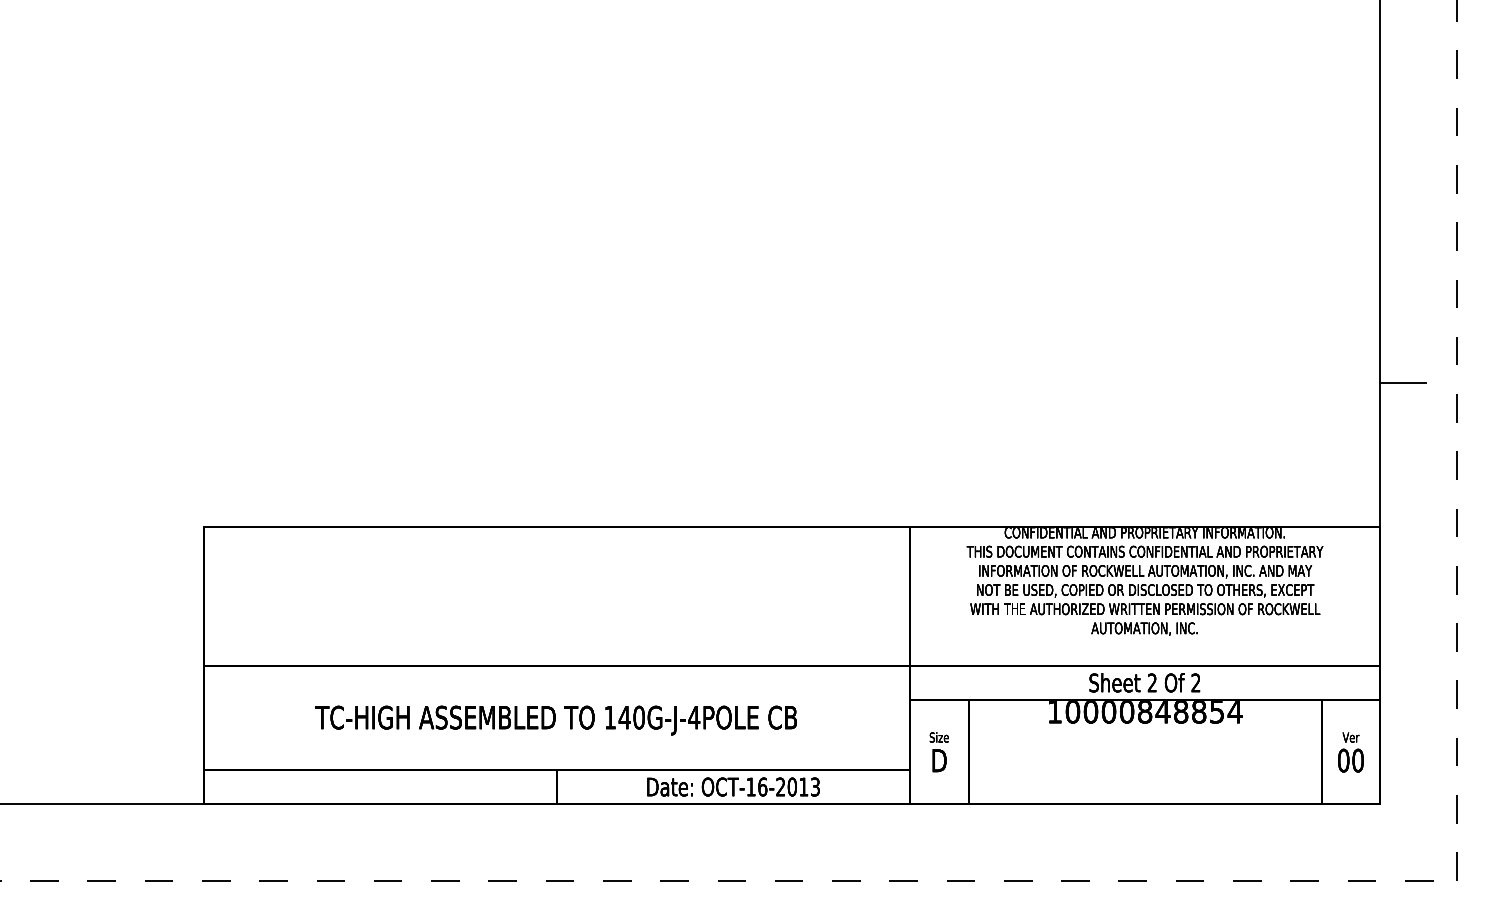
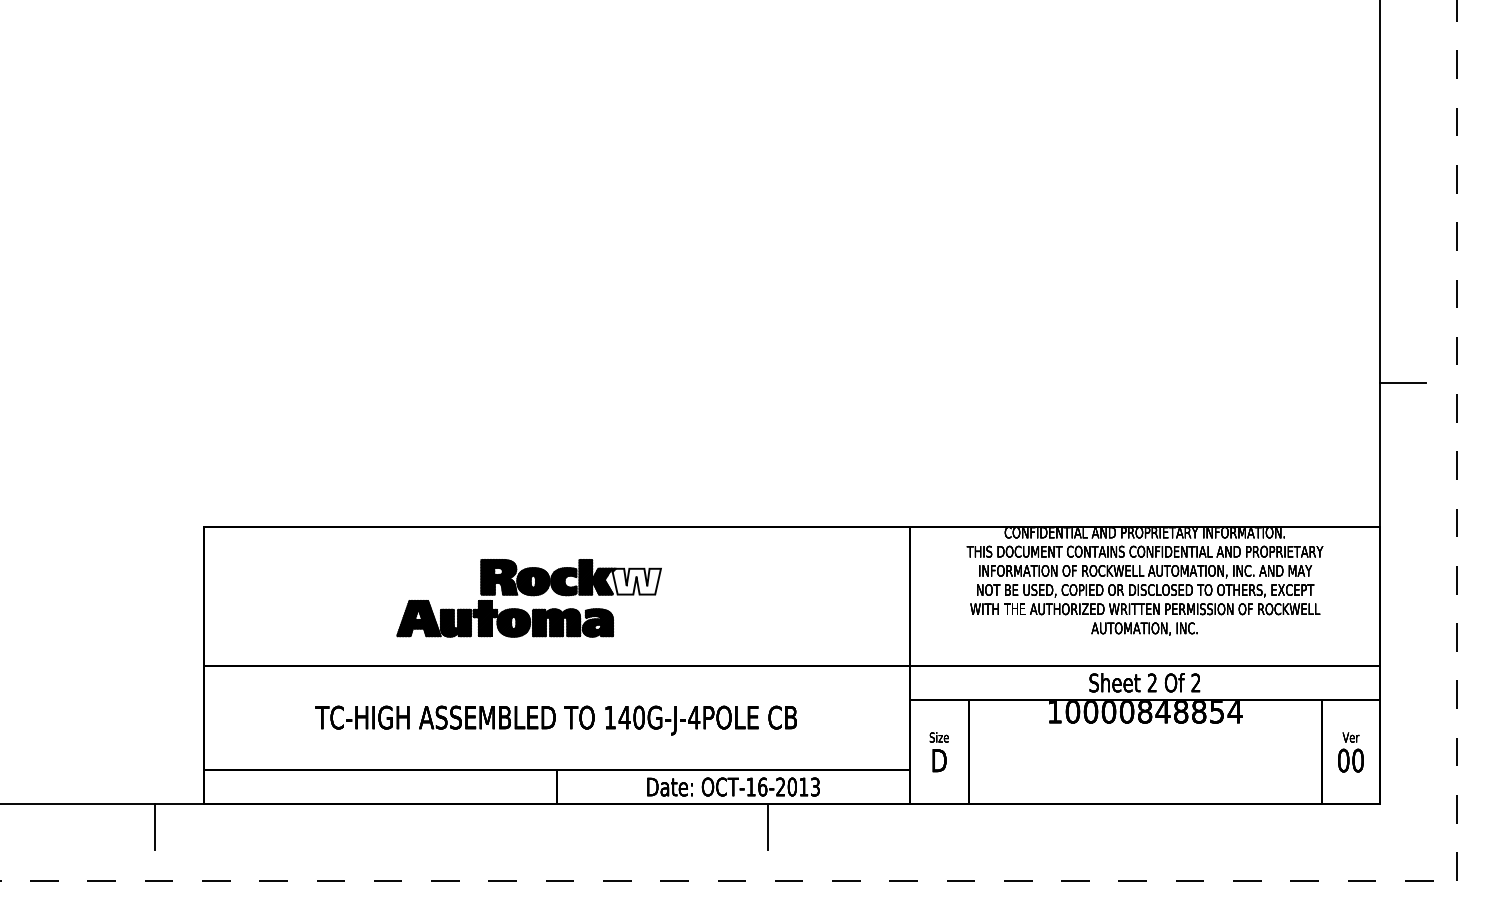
part at (528, 598): none -> present
line at (155, 827): none -> present
line at (767, 827): none -> present
